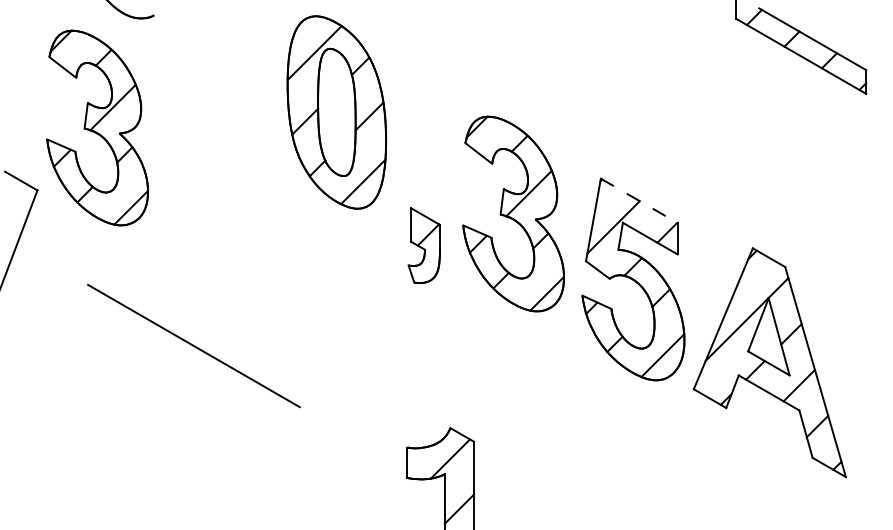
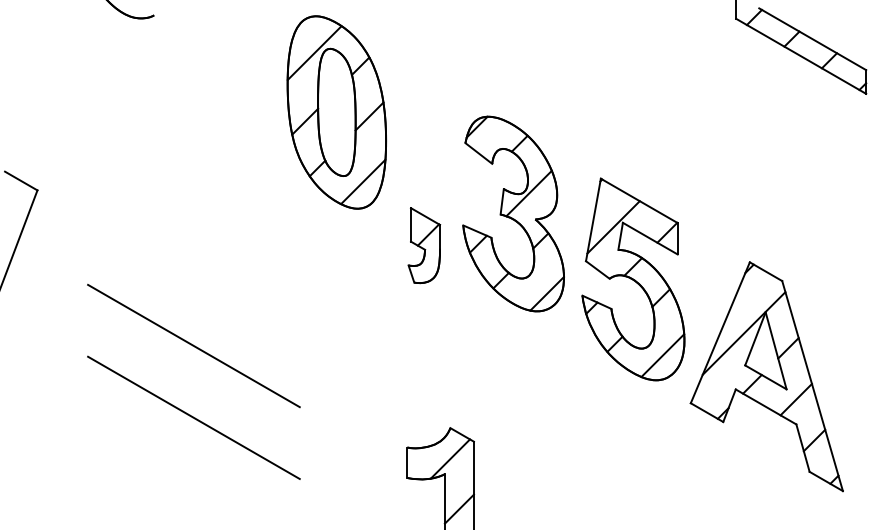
part at (97, 127): present -> none
line at (639, 201): dashed -> solid
part at (769, 362) position: (769, 362) -> (766, 376)
line at (193, 417): none -> present
